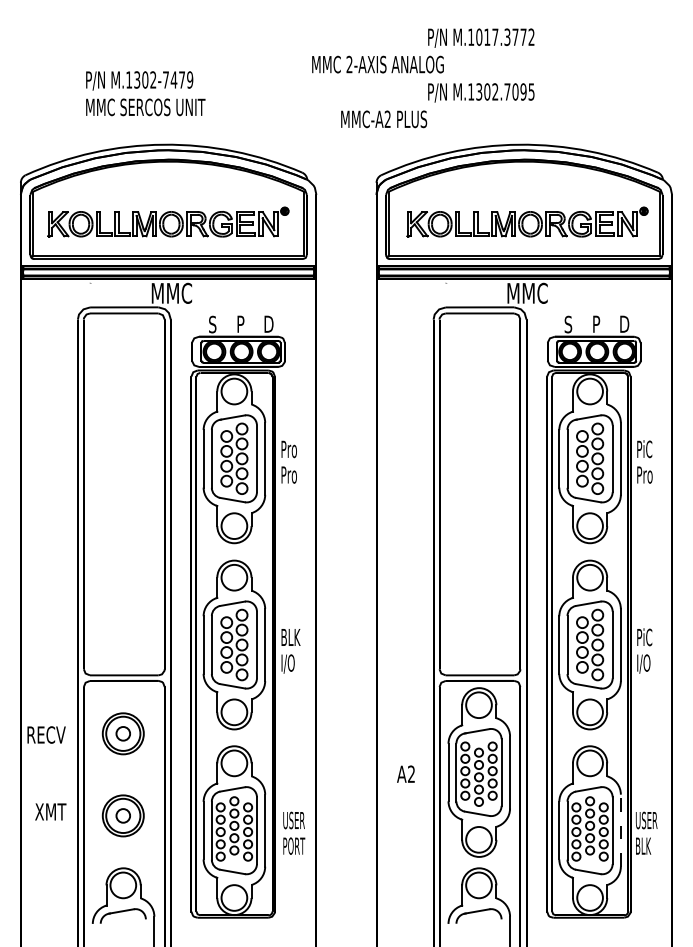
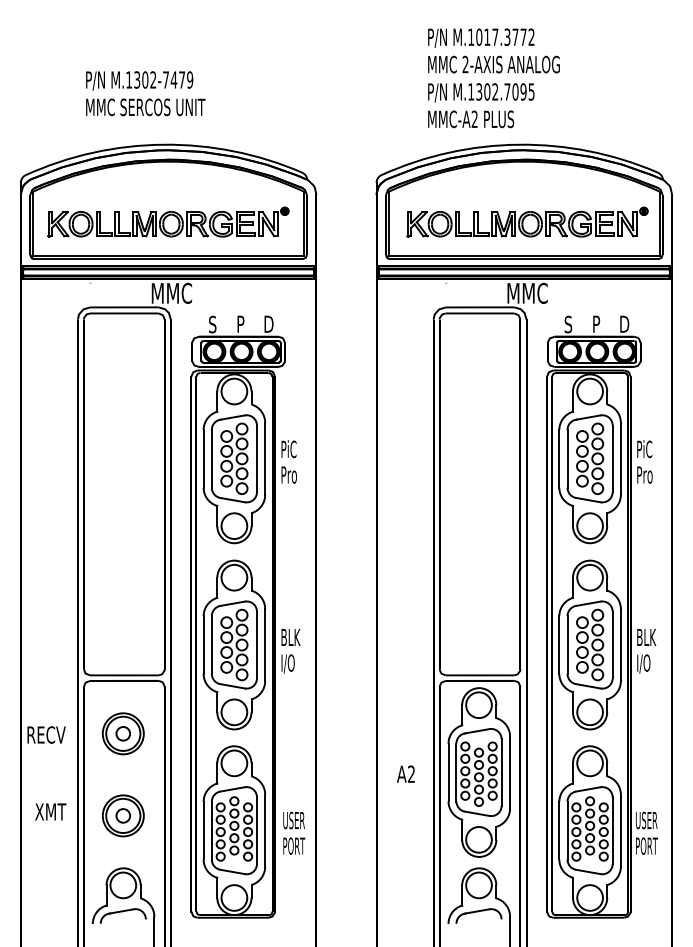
text at (377, 64) position: (377, 64) -> (493, 64)
text at (384, 119) position: (384, 119) -> (471, 119)
text at (291, 448): Pro -> PiC
text at (647, 637): PiC -> BLK
line at (620, 830): dashed -> solid
text at (646, 845): BLK -> PORT
